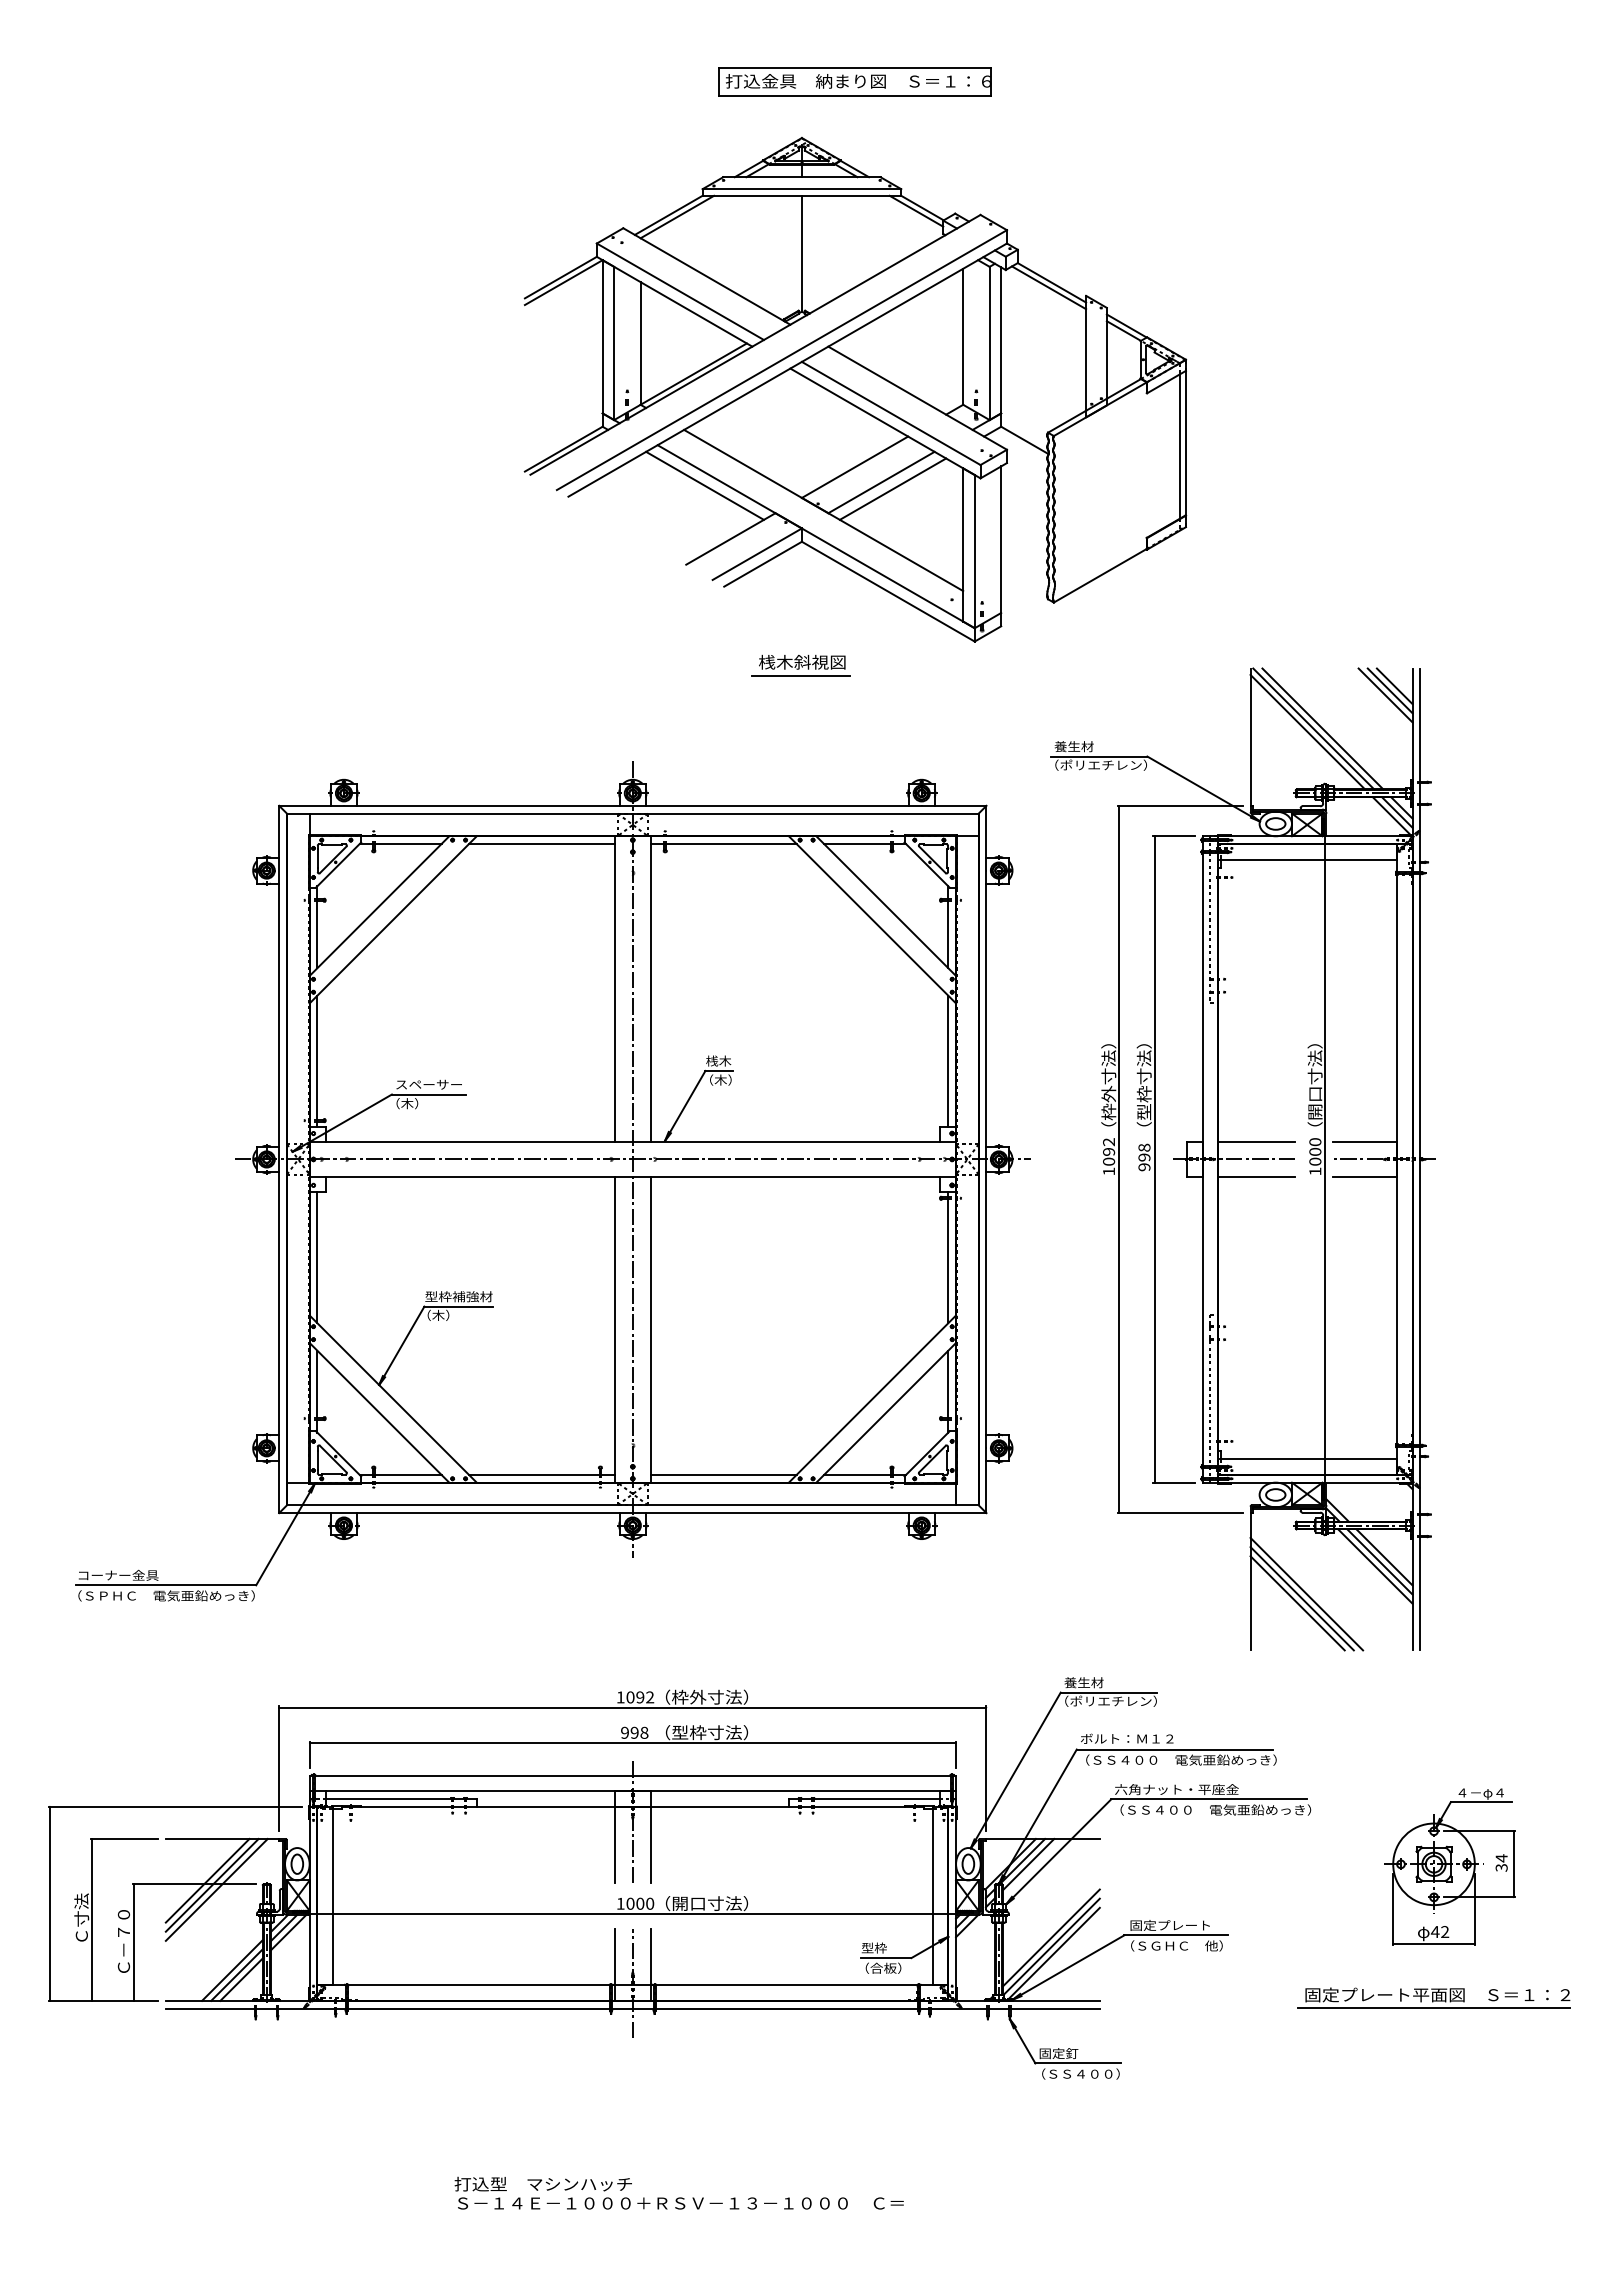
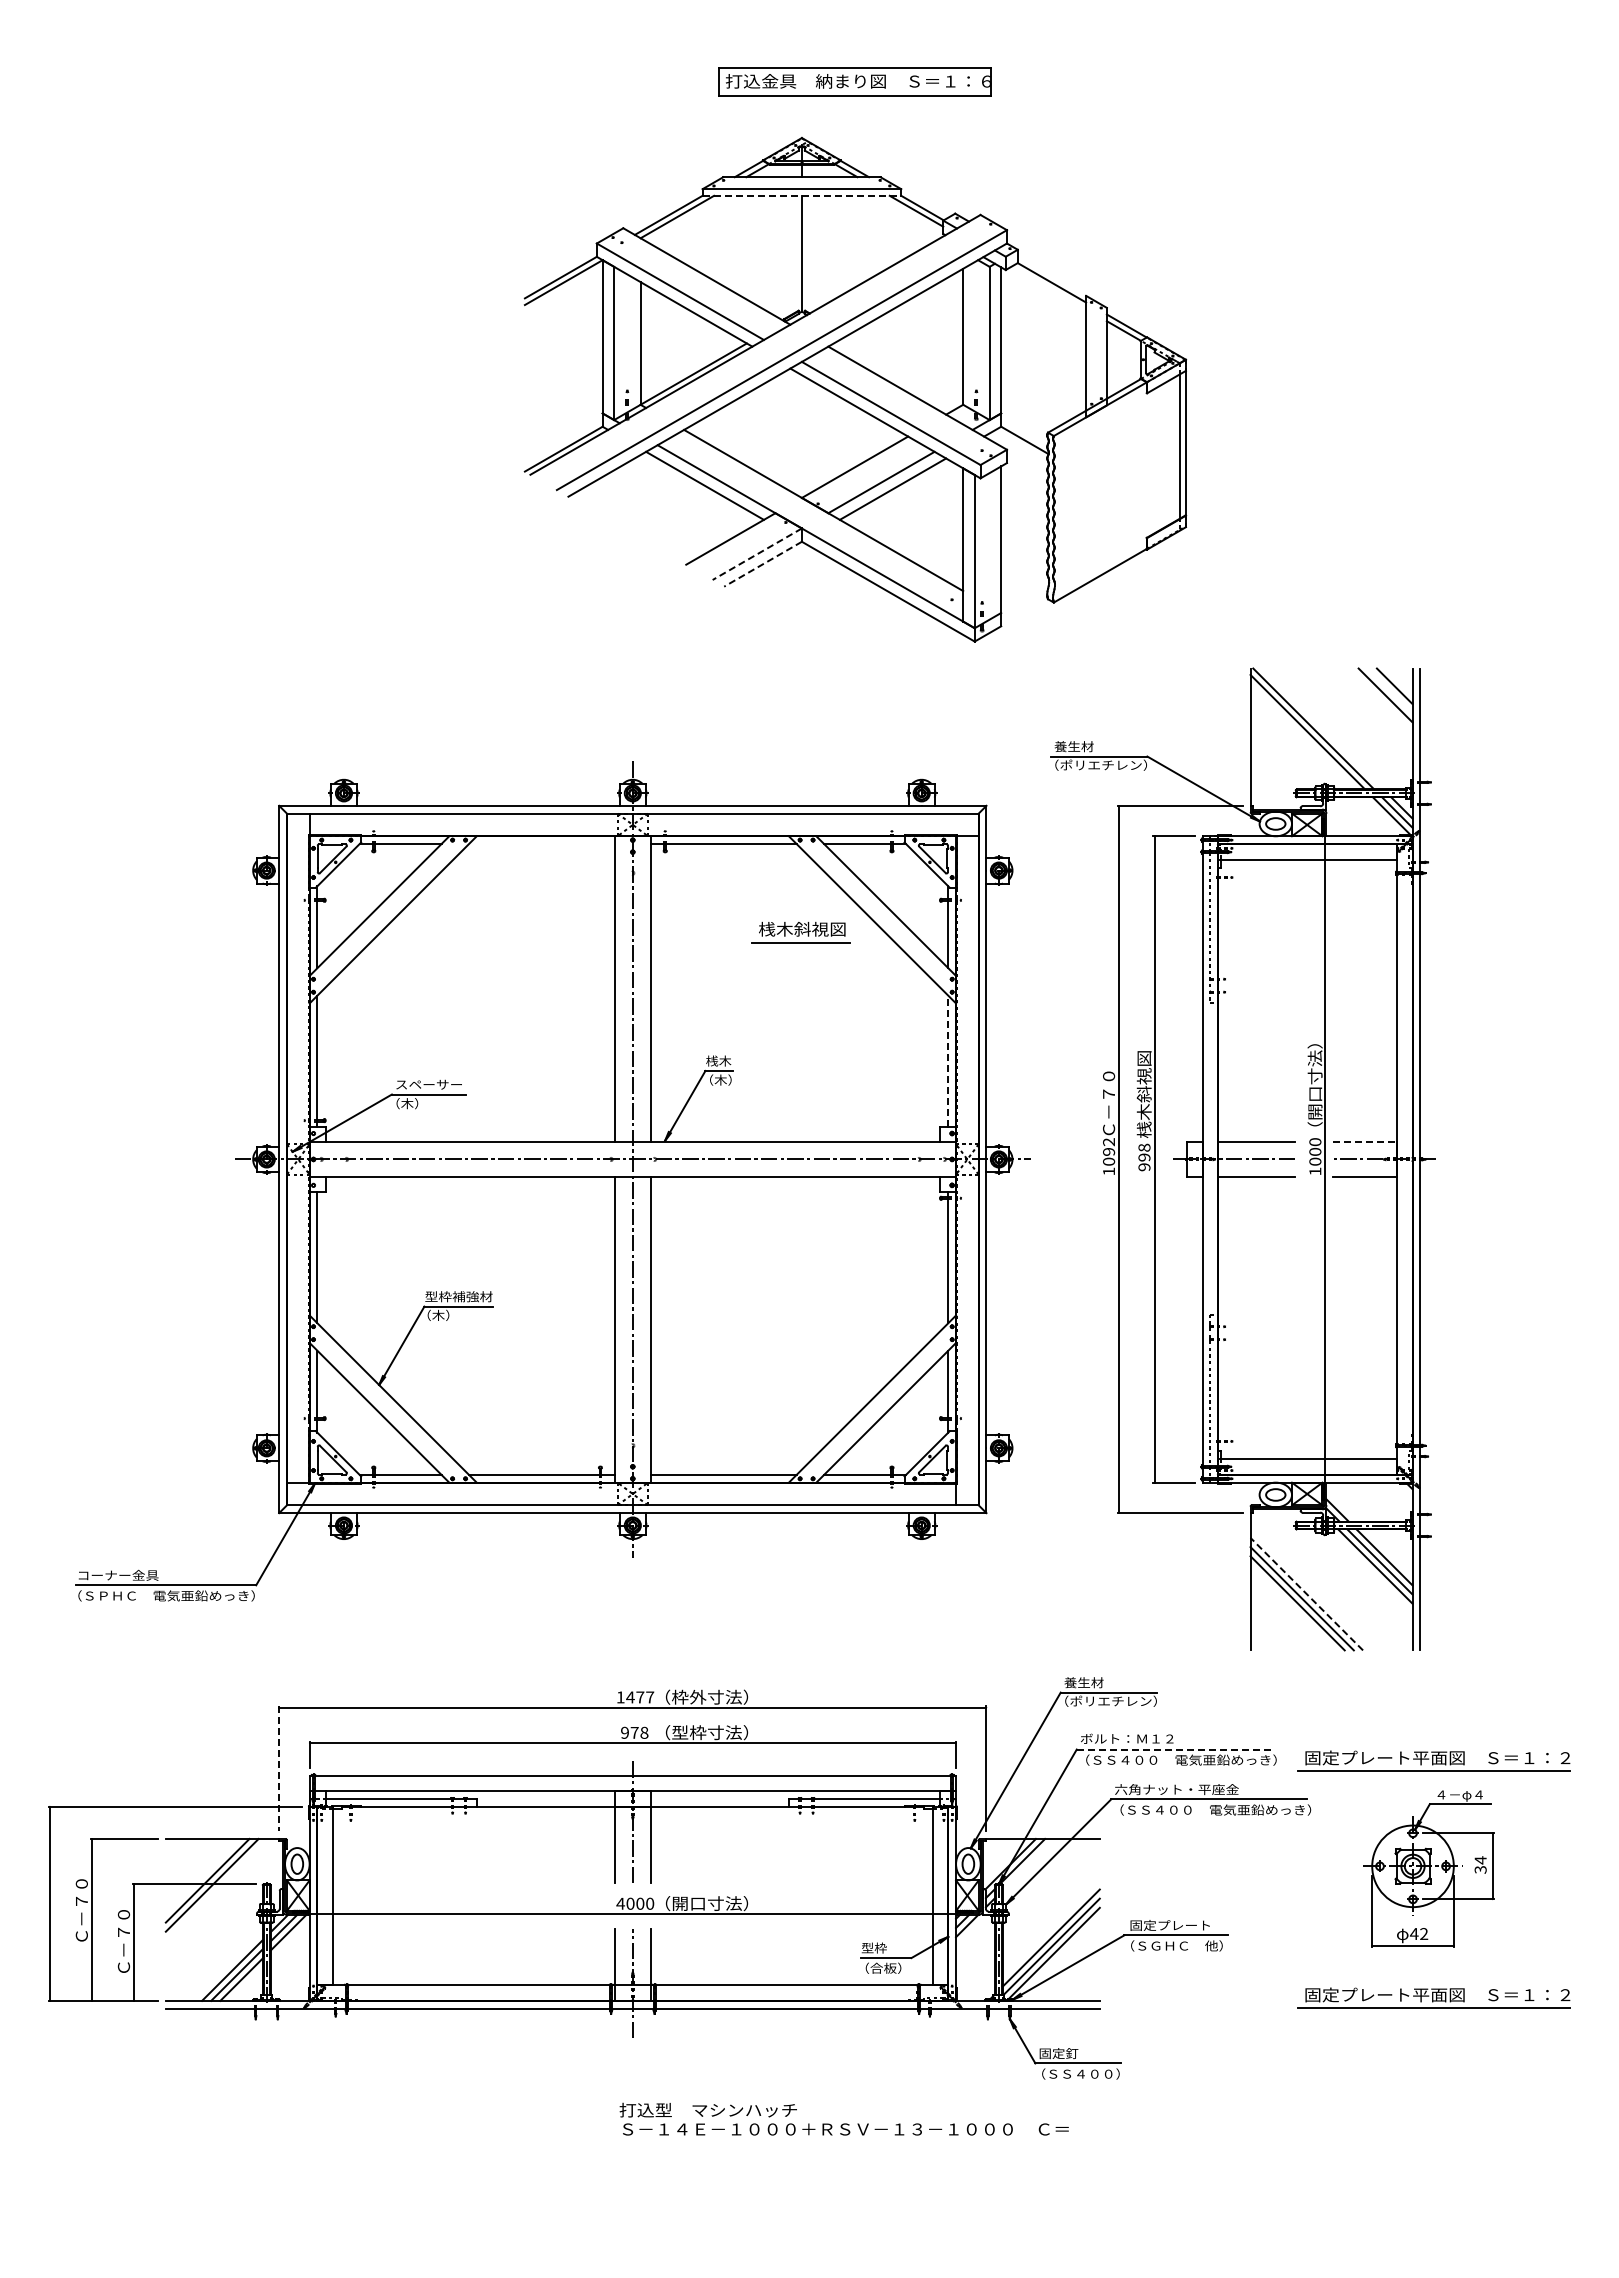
line at (802, 195): solid -> dashed
line at (1049, 287): present -> none
line at (757, 554): solid -> dashed
line at (763, 564): solid -> dashed
part at (800, 665) position: (800, 665) -> (800, 932)
line at (1389, 690): present -> none
line at (1322, 728): present -> none
line at (542, 844): present -> none
line at (948, 1061): solid -> dashed
text at (1108, 1089): （枠外寸法） -> Ｃ－７０
text at (1143, 1090): （型枠寸法） -> 桟木斜視図
line at (1365, 1141): solid -> dashed
line at (1306, 1594): solid -> dashed
text at (640, 1697): 1092 -> 1477
text at (634, 1732): 998 -> 978
line at (1174, 1749): solid -> dashed
part at (1433, 1760): none -> present
line at (279, 1769): solid -> dashed
line at (1028, 1864): present -> none
part at (1449, 1866) position: (1449, 1866) -> (1428, 1868)
line at (216, 1889): present -> none
text at (81, 1902): Ｃ寸法 -> Ｃ－７０
text at (620, 1903): 1000 -> 4000
text at (678, 2192) position: (678, 2192) -> (843, 2118)
